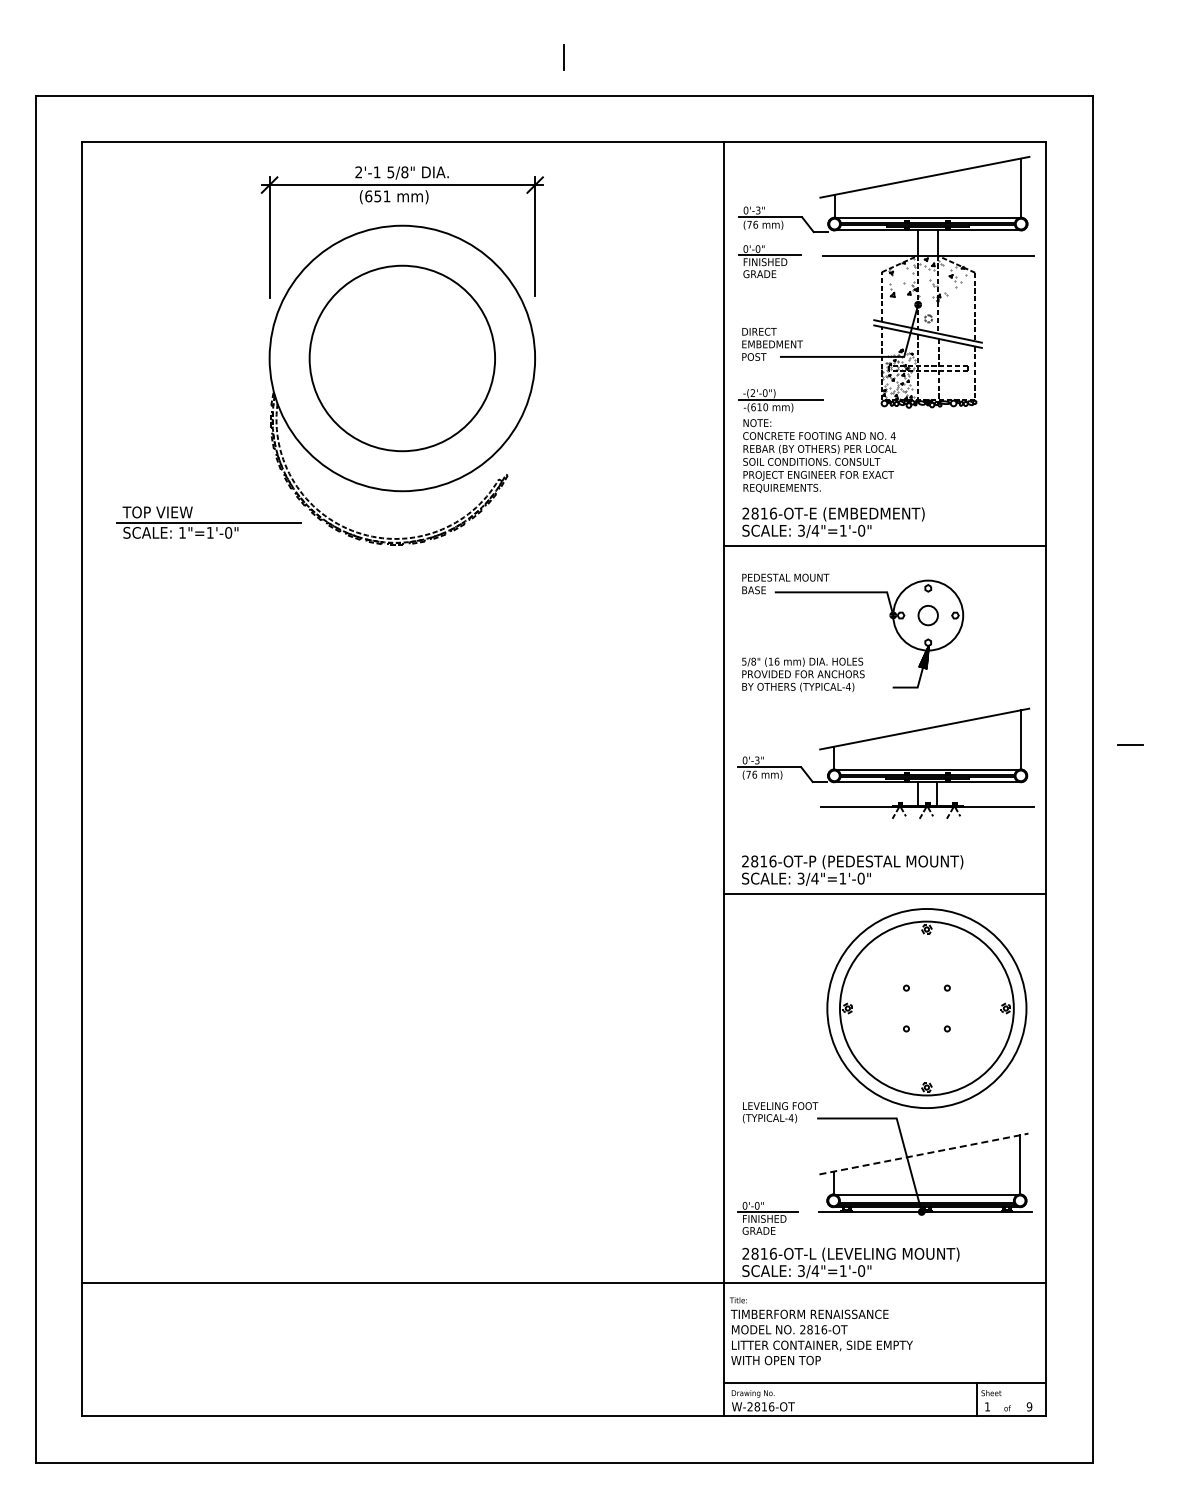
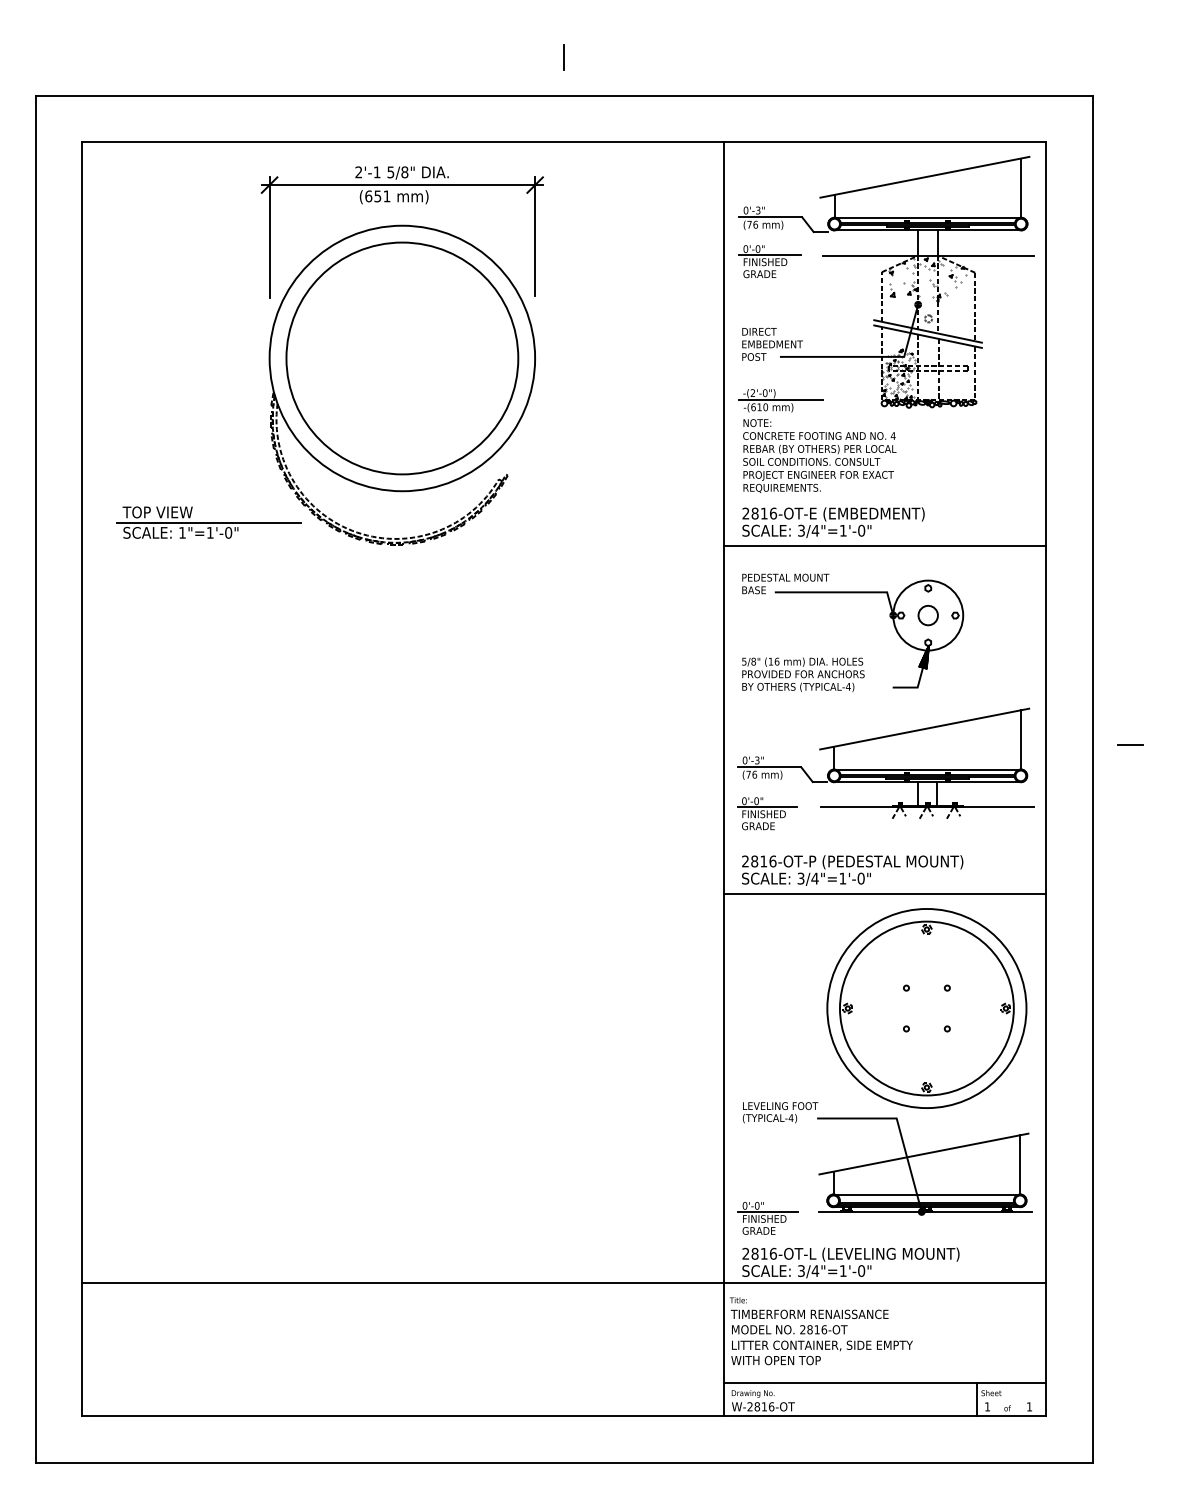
circle at (402, 358) diameter: 185 px -> 232 px
part at (767, 813): none -> present
line at (924, 1153): dashed -> solid
text at (1029, 1406): 9 -> 1
